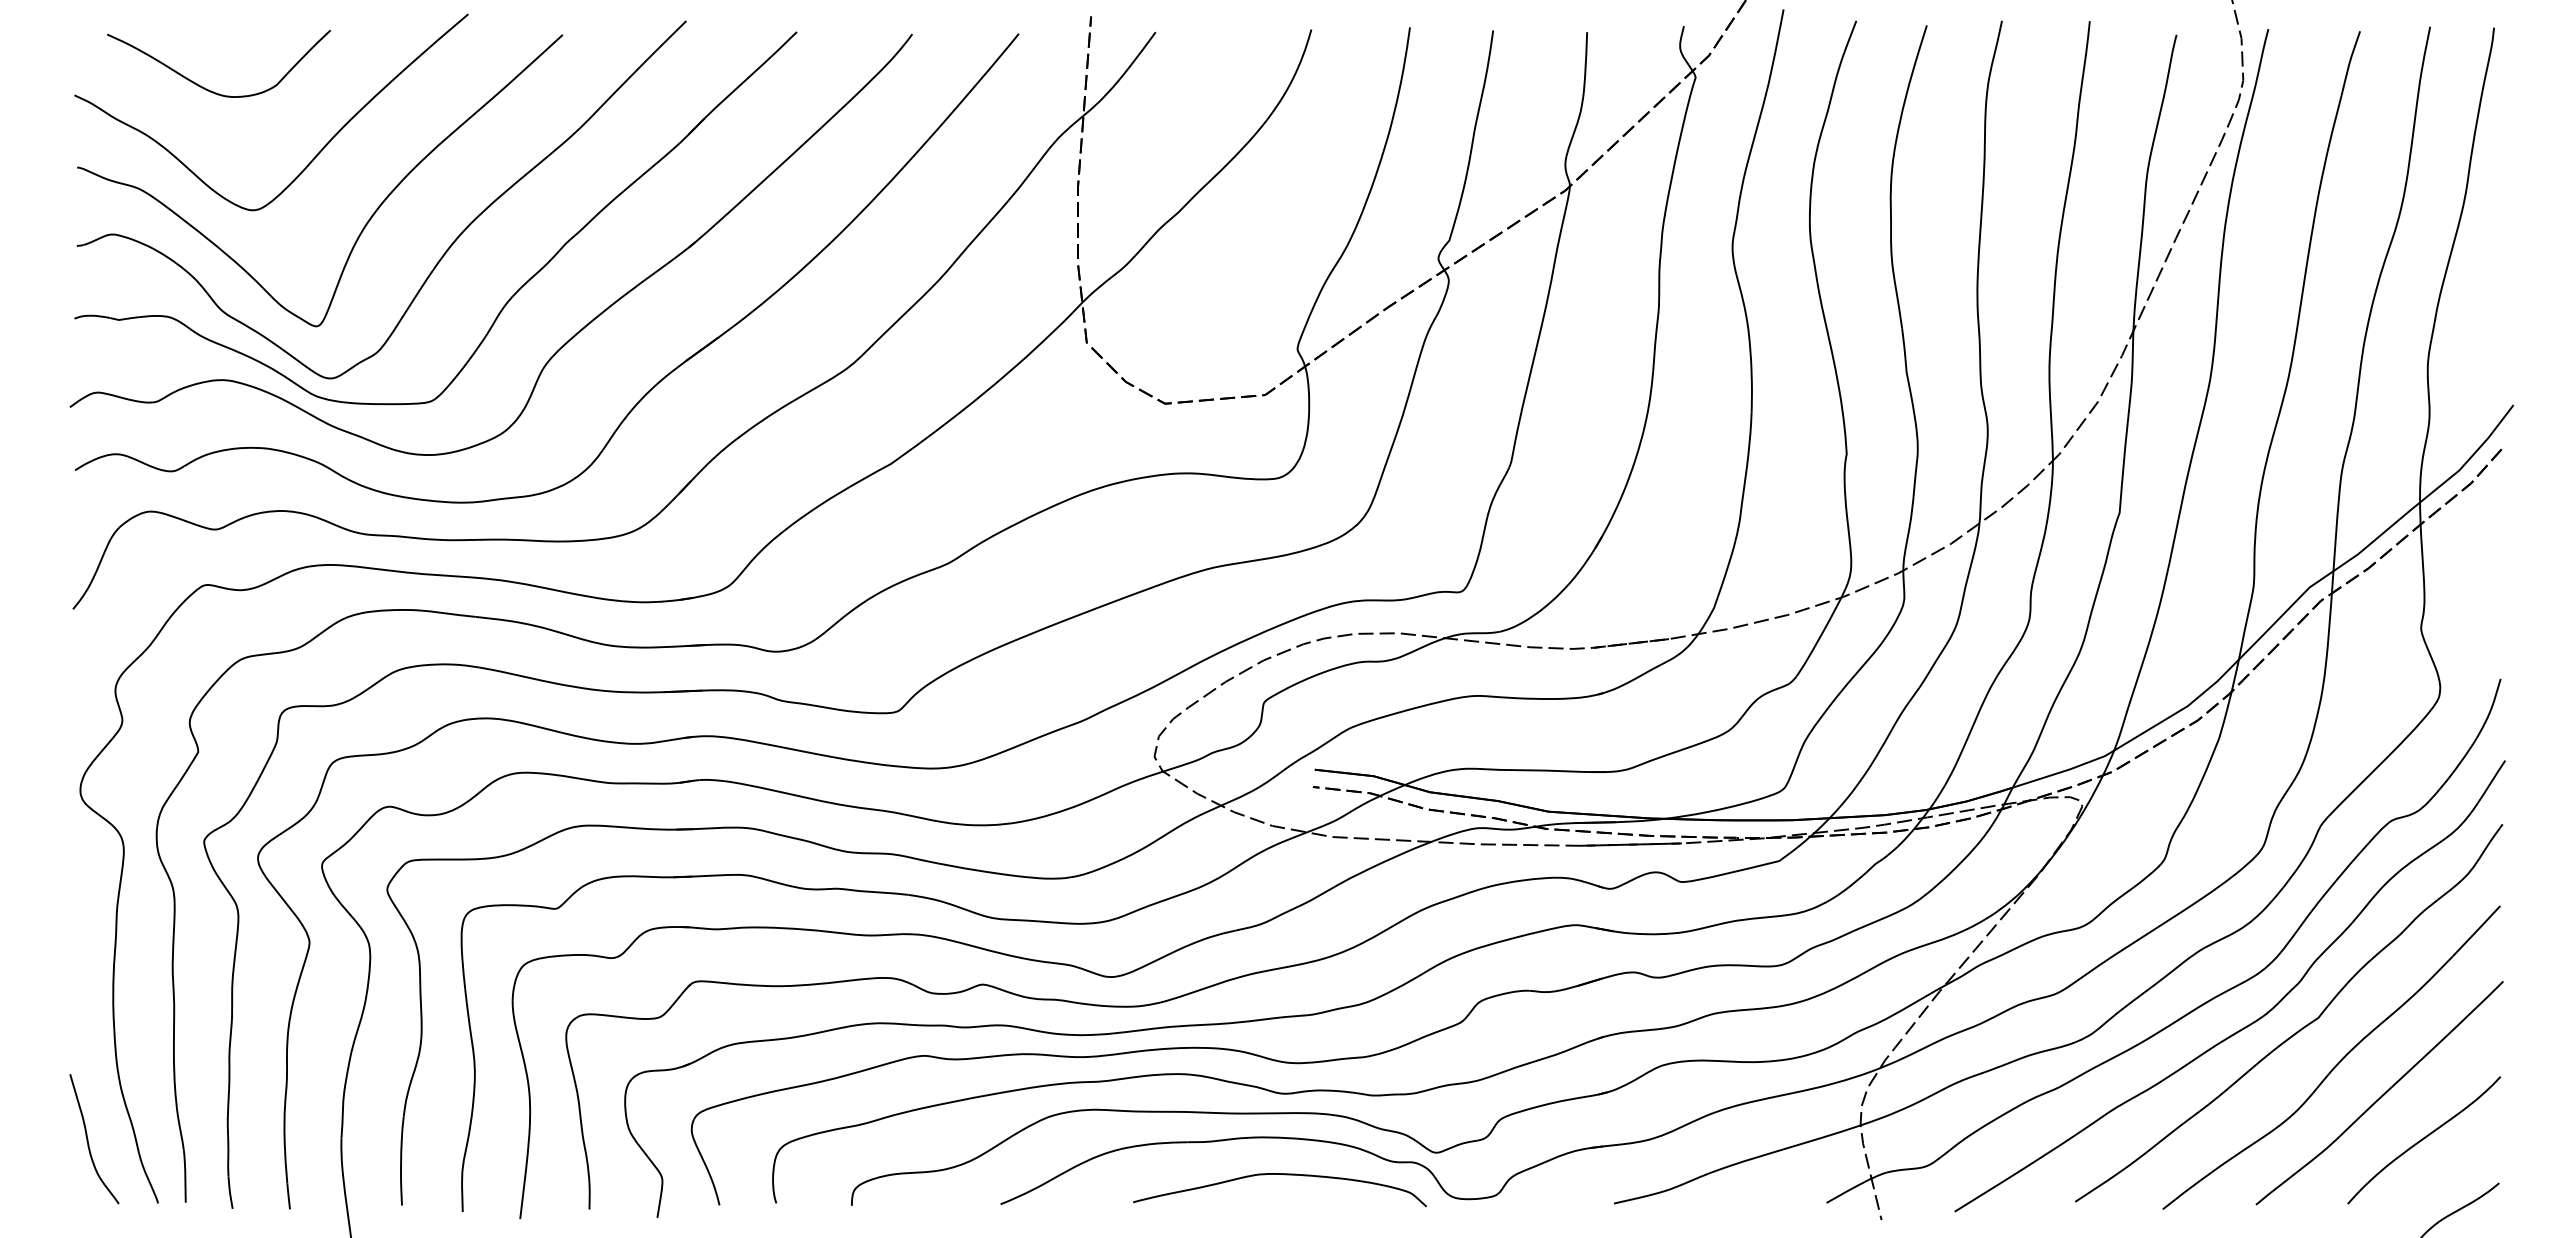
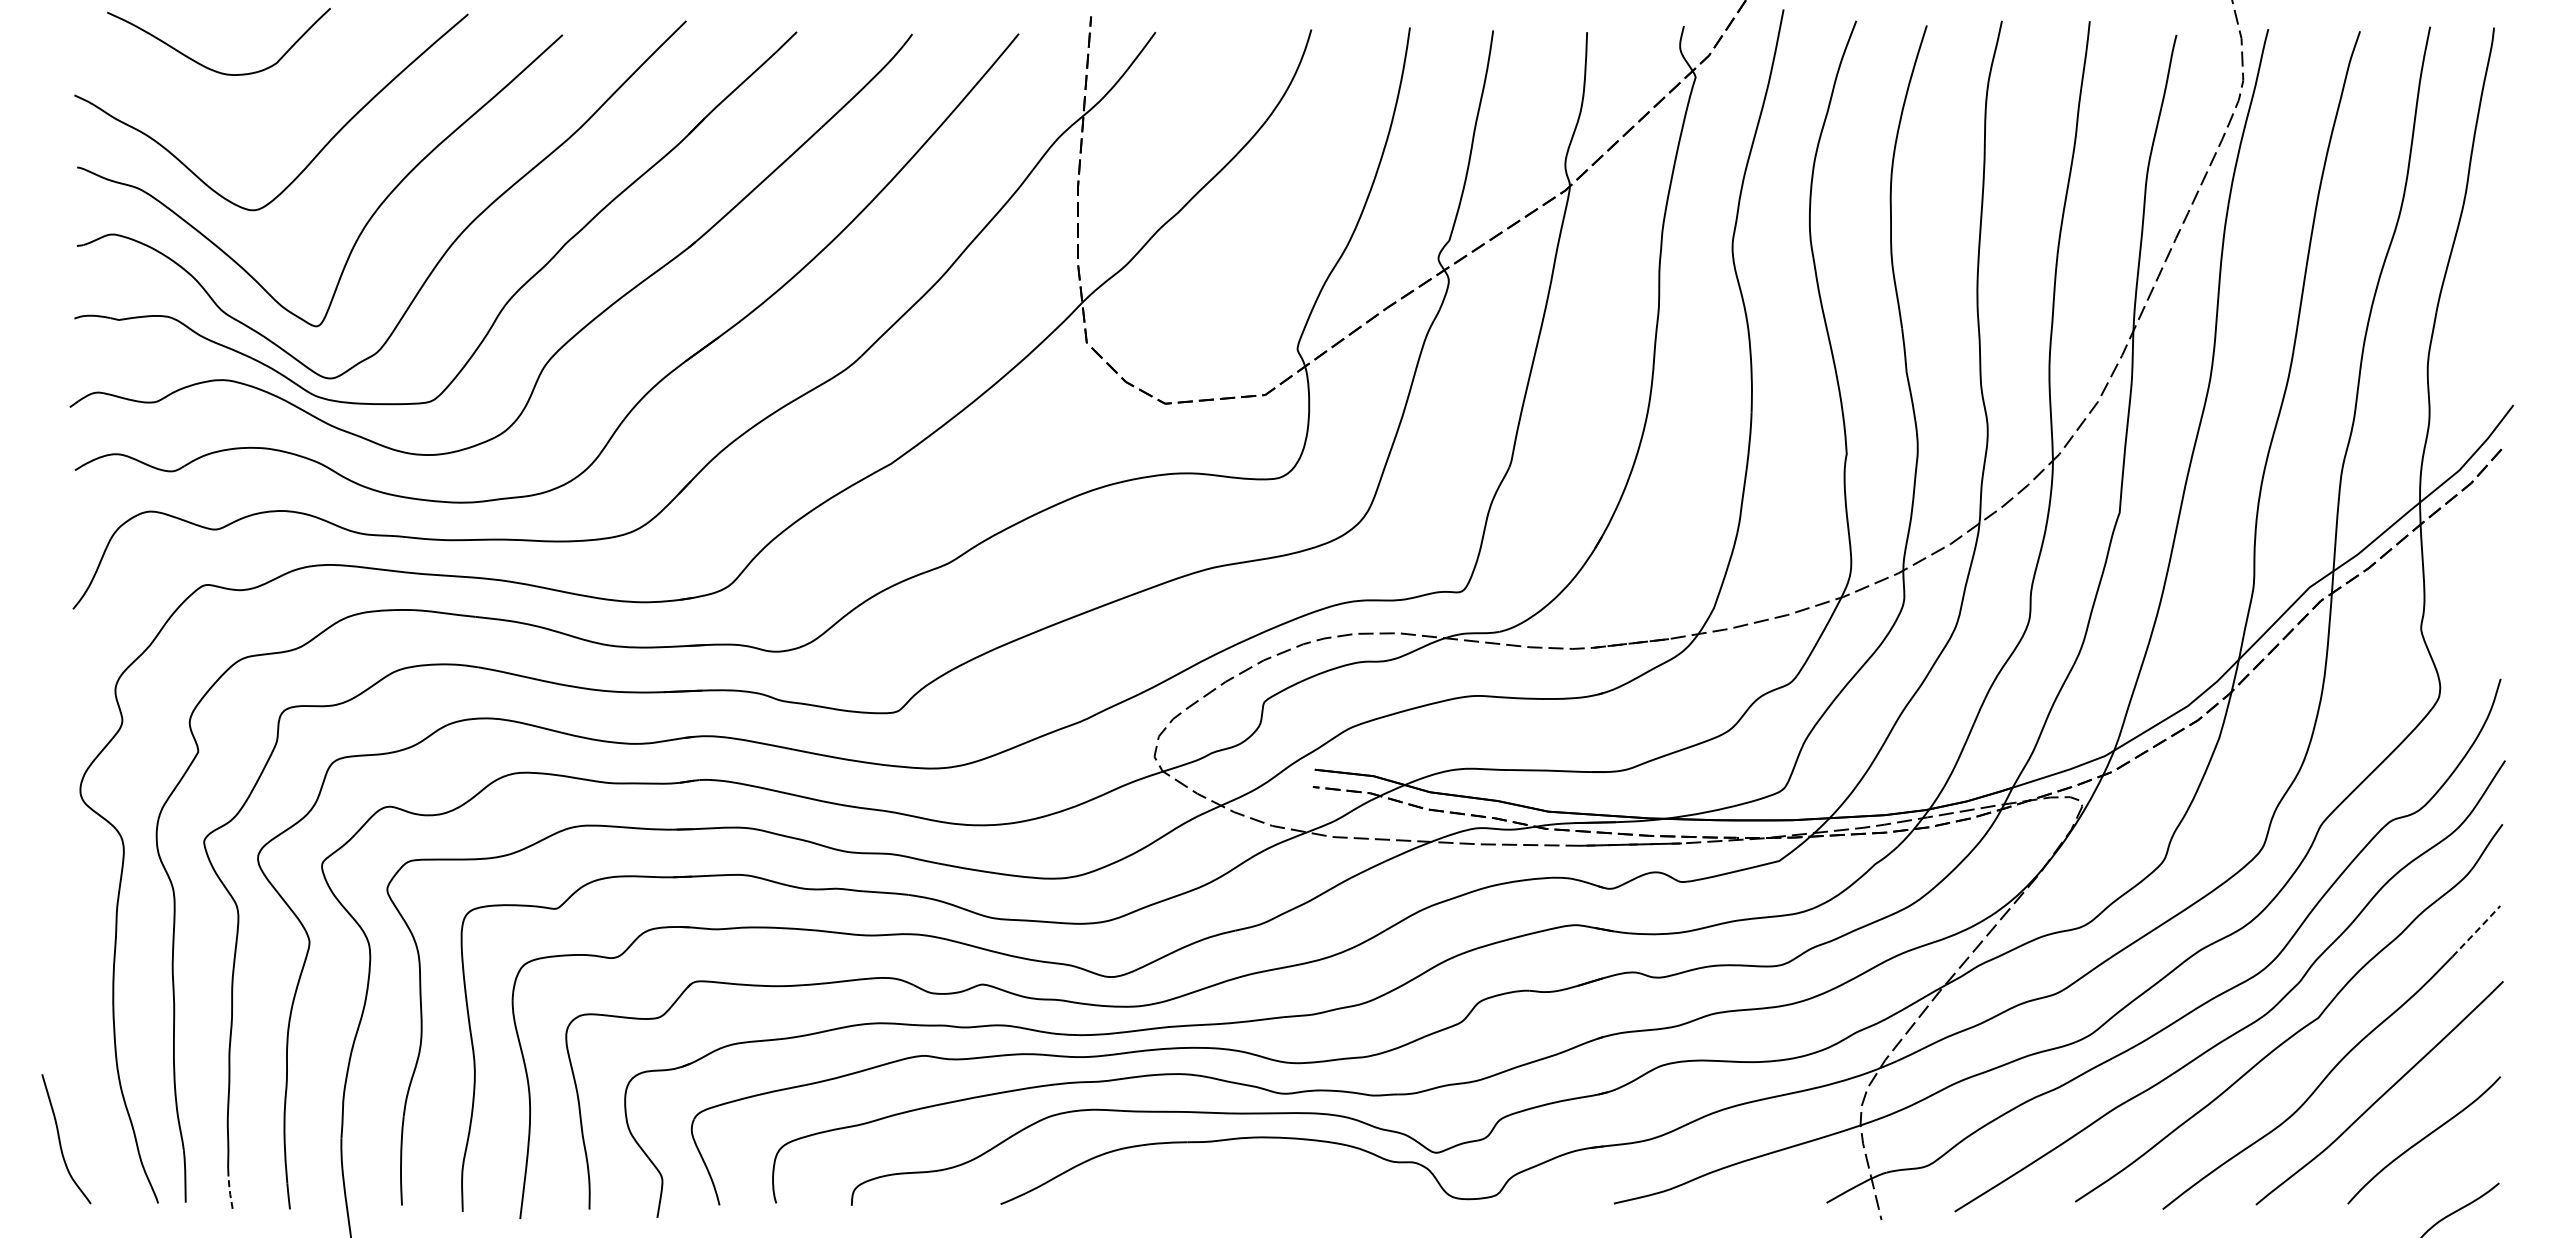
curve at (206, 88) position: (206, 88) -> (206, 66)
line at (2477, 930): solid -> dashed
curve at (88, 1139) position: (88, 1139) -> (60, 1139)
curve at (1284, 1175): present -> none
line at (230, 1192): solid -> dashed
